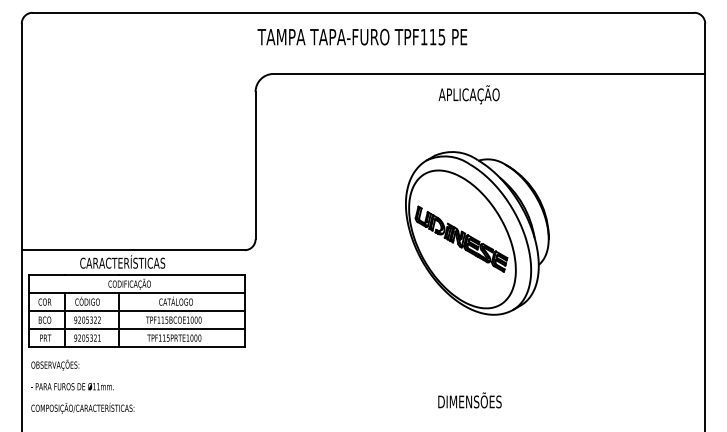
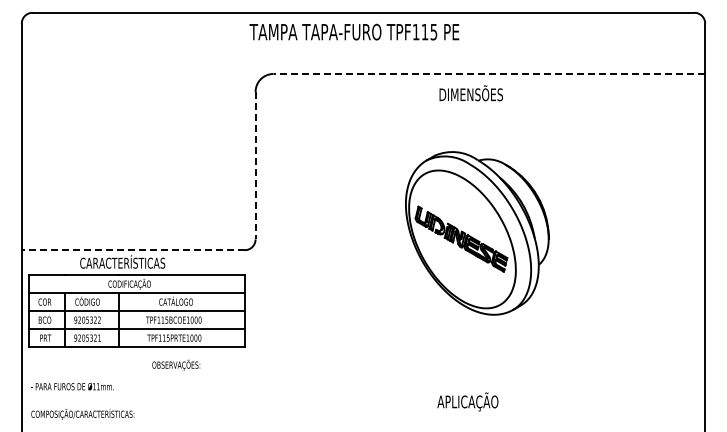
text at (362, 36) position: (362, 36) -> (354, 31)
line at (489, 73): solid -> dashed
text at (470, 94): APLICAÇÃO -> DIMENSÕES
line at (255, 165): solid -> dashed
line at (132, 250): solid -> dashed
text at (55, 364) position: (55, 364) -> (176, 364)
text at (469, 401): DIMENSÕES -> APLICAÇÃO
text at (82, 407) position: (82, 407) -> (82, 413)
